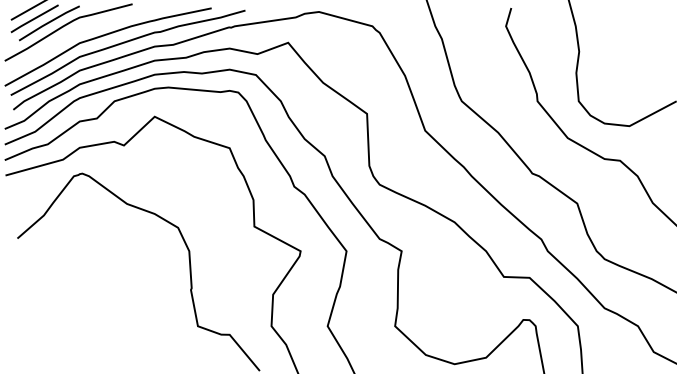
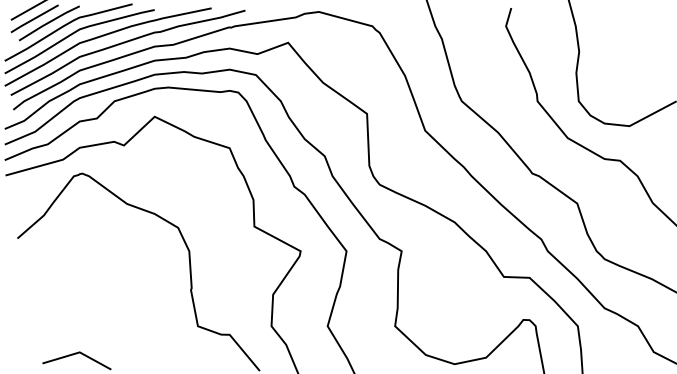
curve at (75, 33): none -> present
line at (73, 355): none -> present
